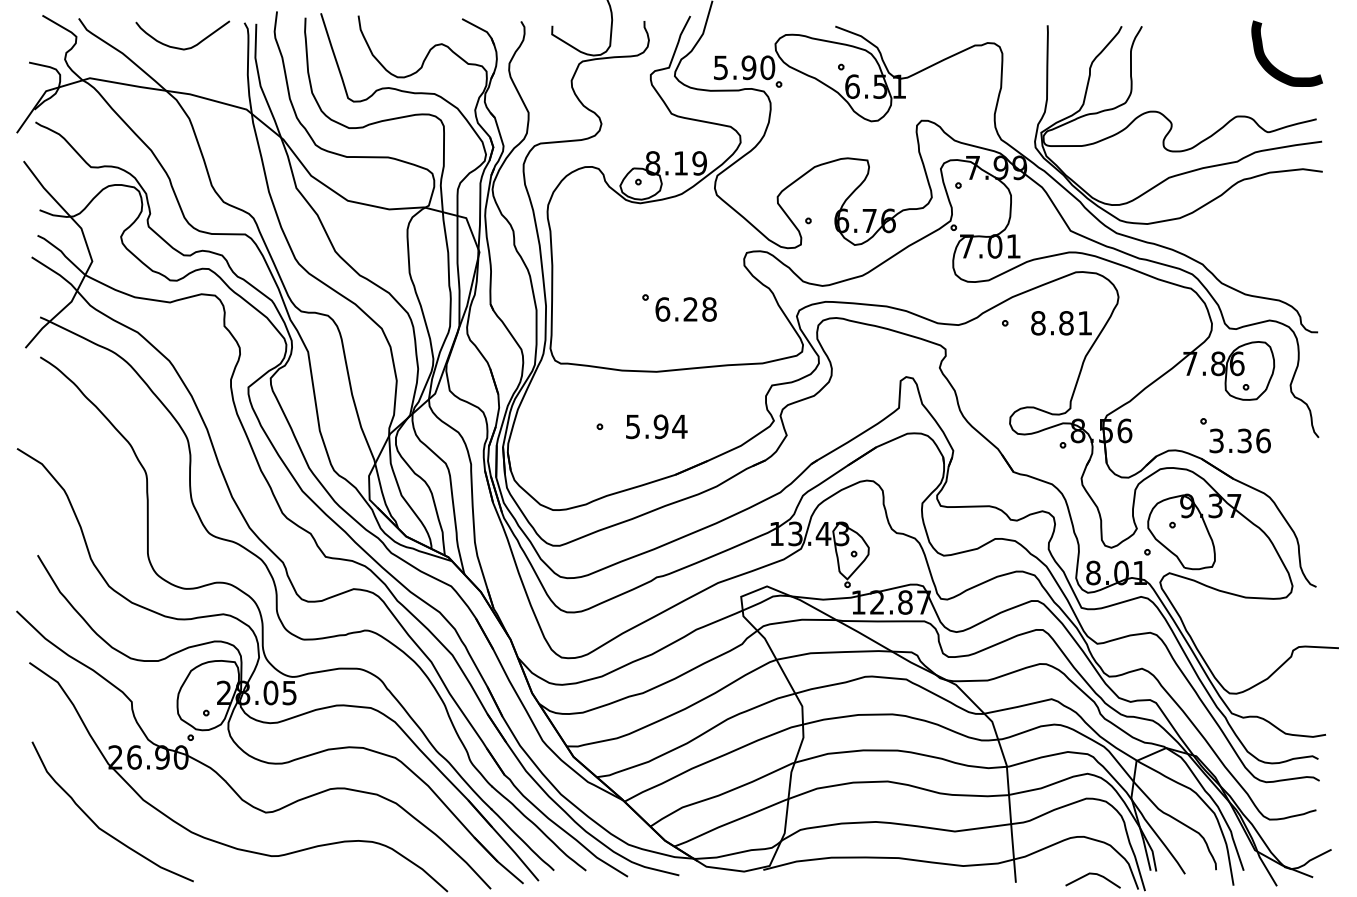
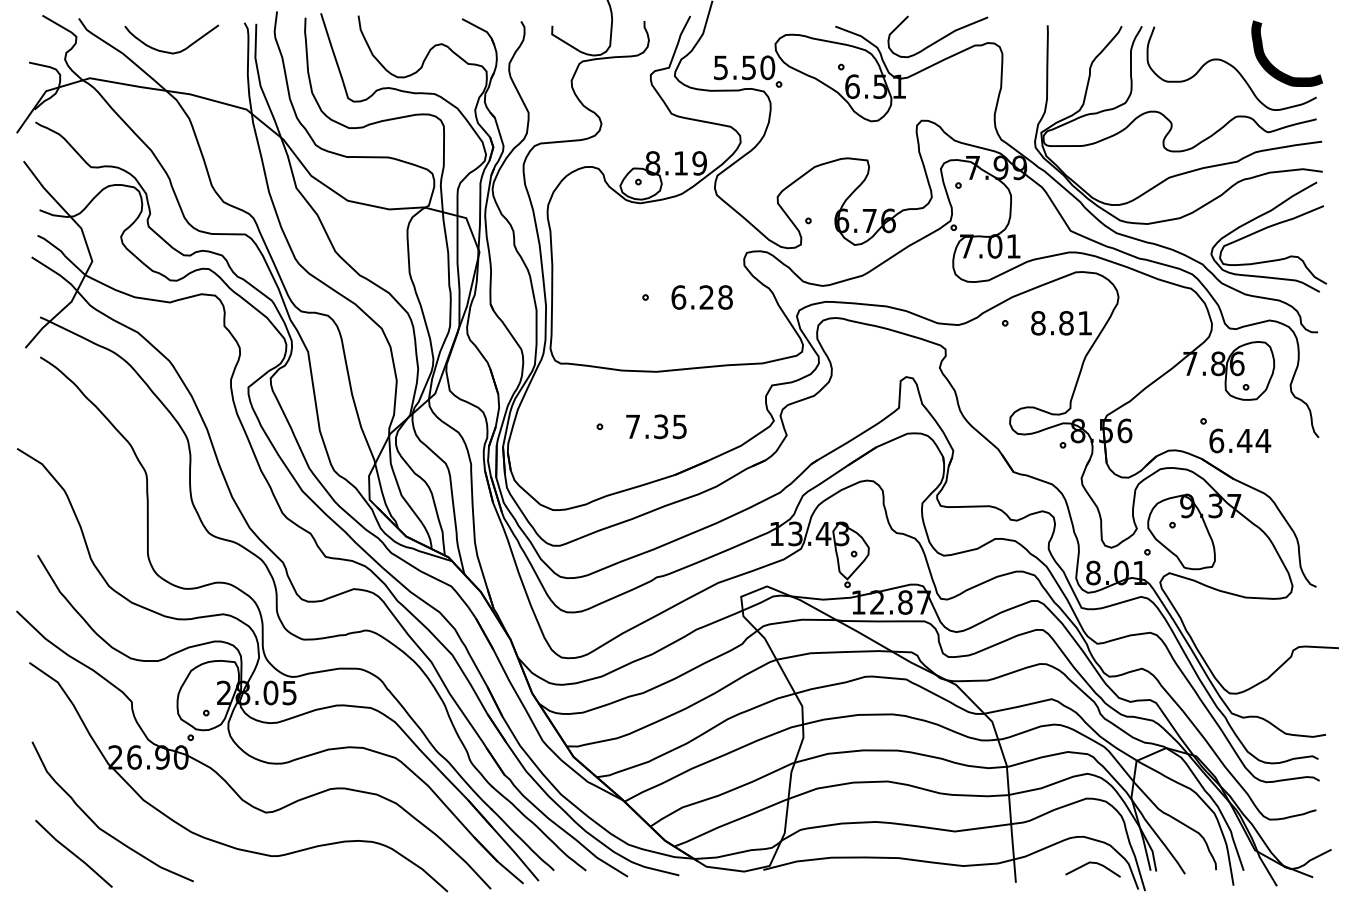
curve at (938, 39): none -> present
curve at (179, 47) position: (179, 47) -> (168, 51)
text at (748, 67): 5.90 -> 5.50
curve at (1232, 67): none -> present
part at (1265, 229): none -> present
text at (685, 309) position: (685, 309) -> (701, 297)
text at (656, 426): 5.94 -> 7.35
text at (1240, 440): 3.36 -> 6.44
line at (73, 853): none -> present
line at (1092, 874) position: (1092, 874) -> (1092, 863)
